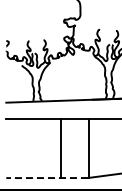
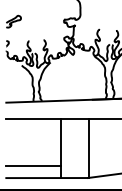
curve at (13, 21): none -> present
line at (33, 166): none -> present
line at (47, 178): dashed -> solid
